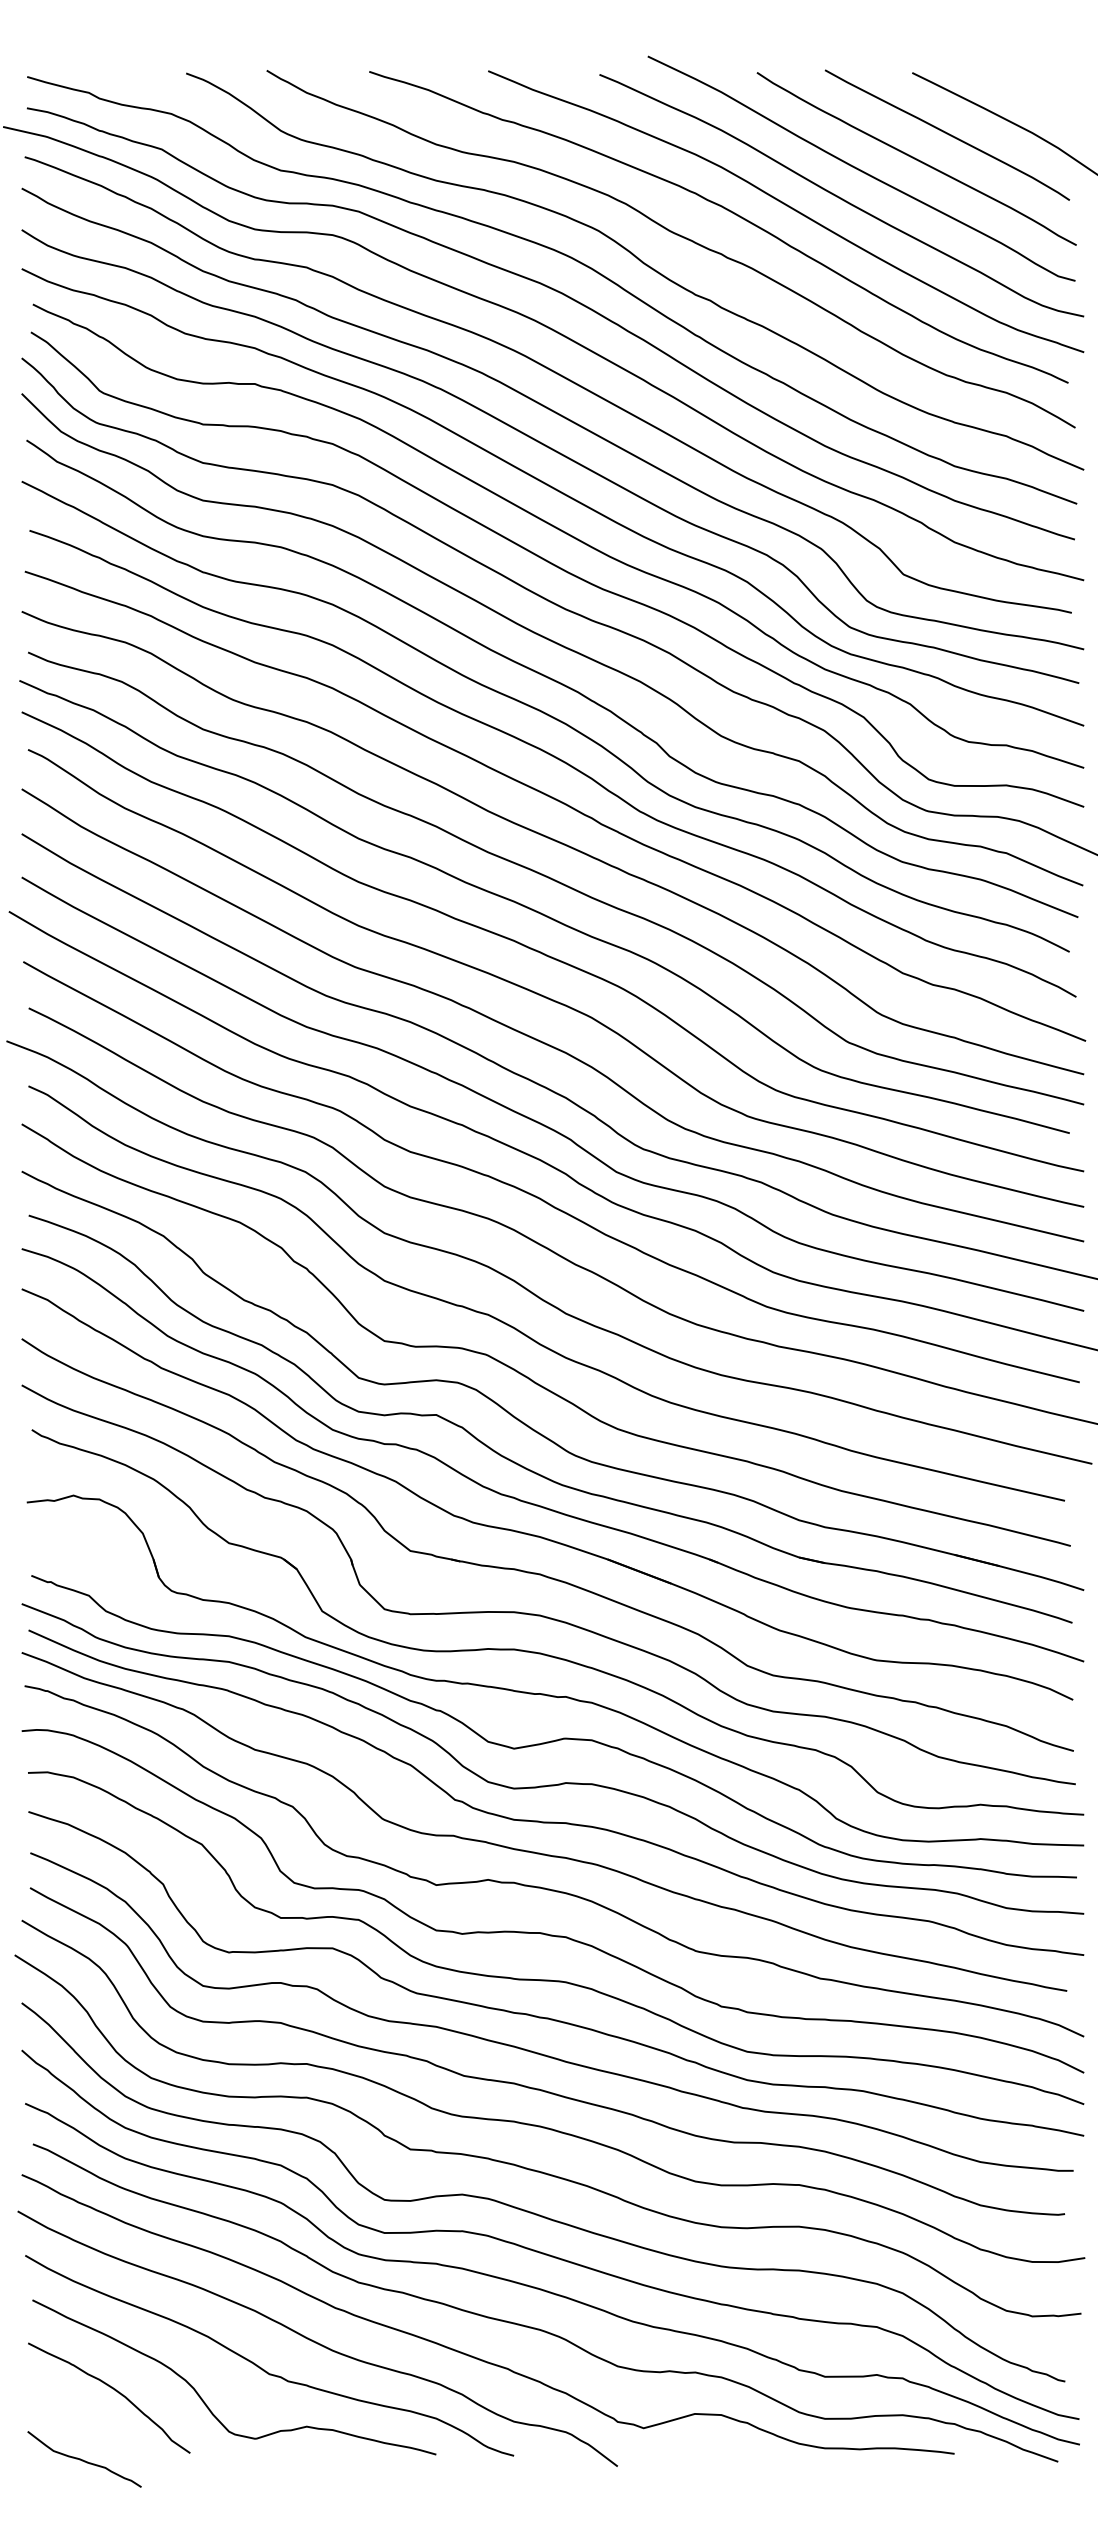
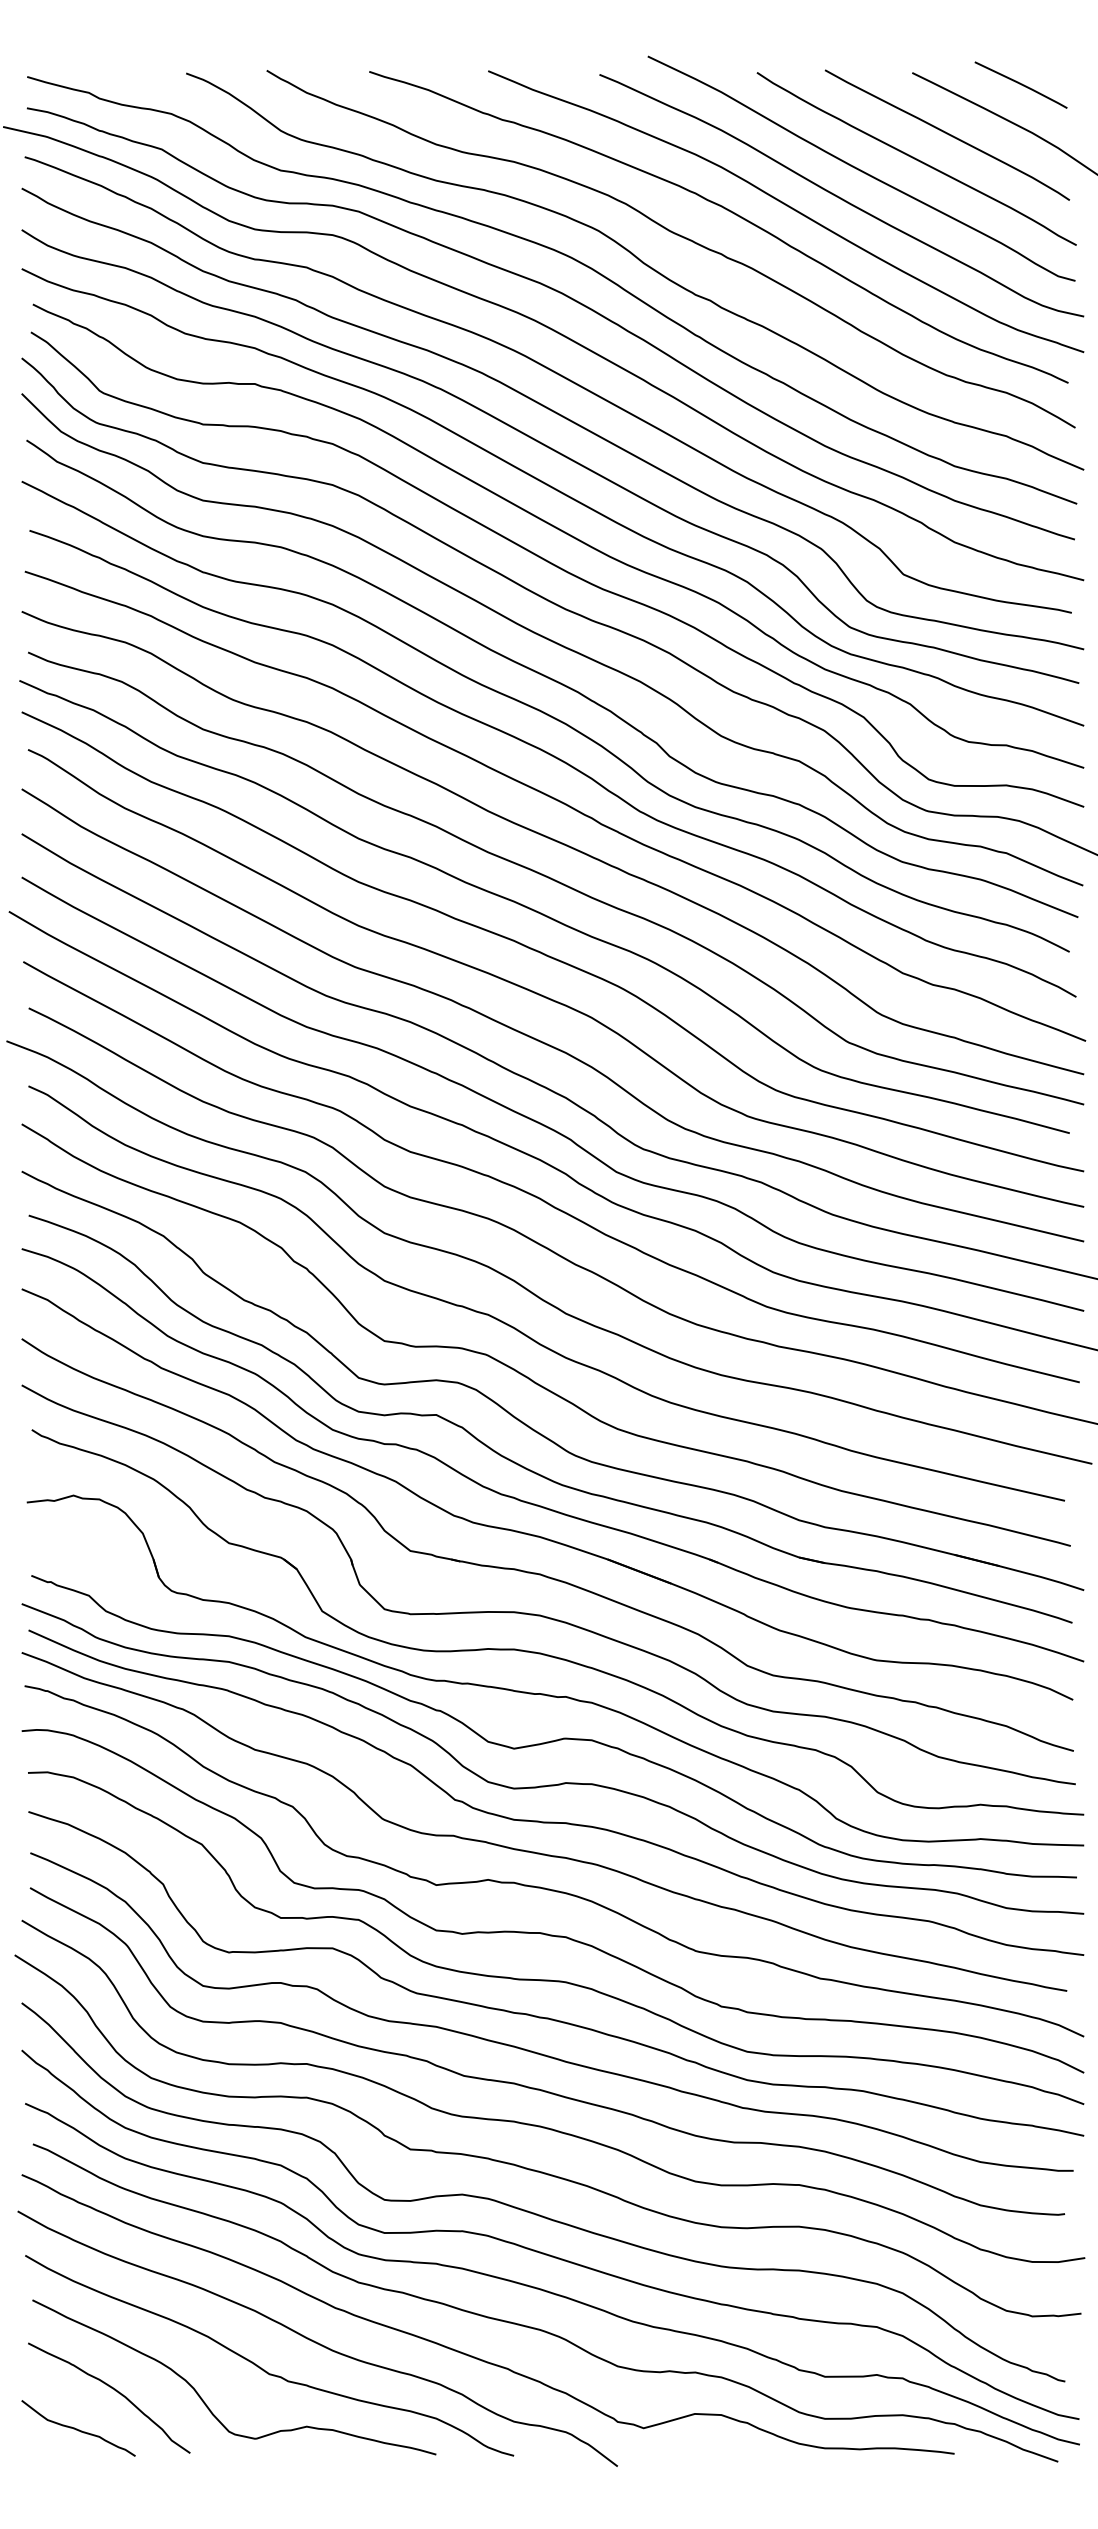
line at (1020, 84): none -> present
curve at (83, 2459) position: (83, 2459) -> (77, 2428)
